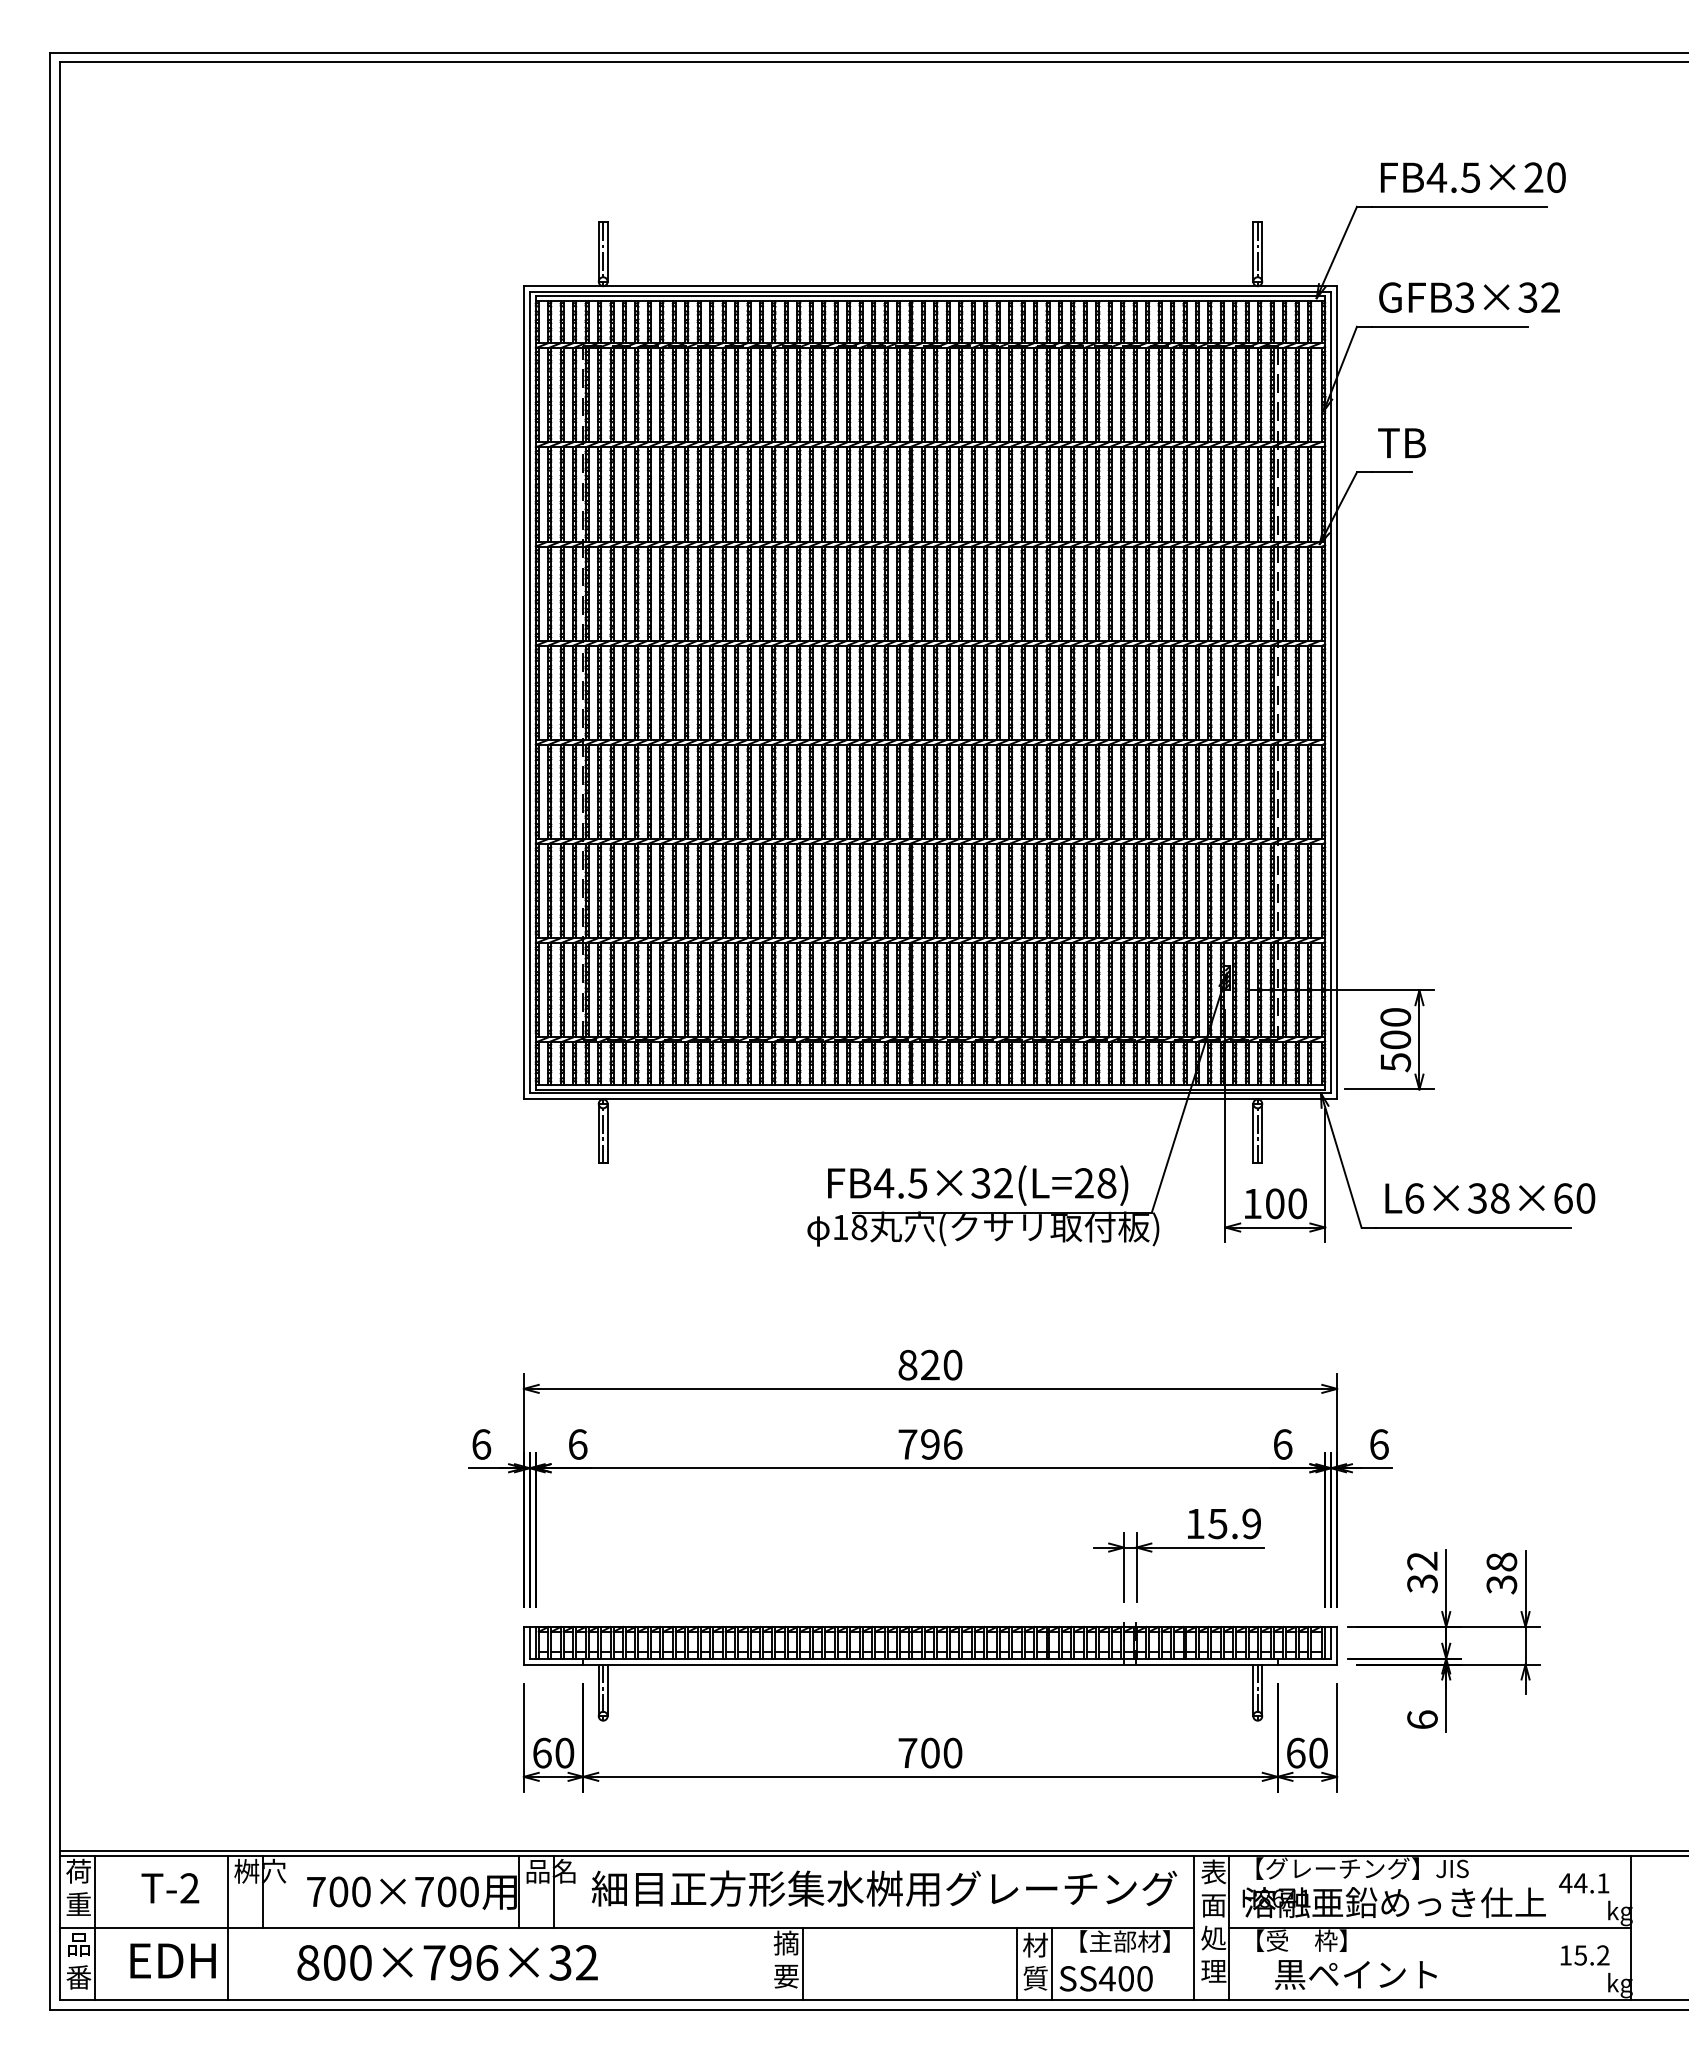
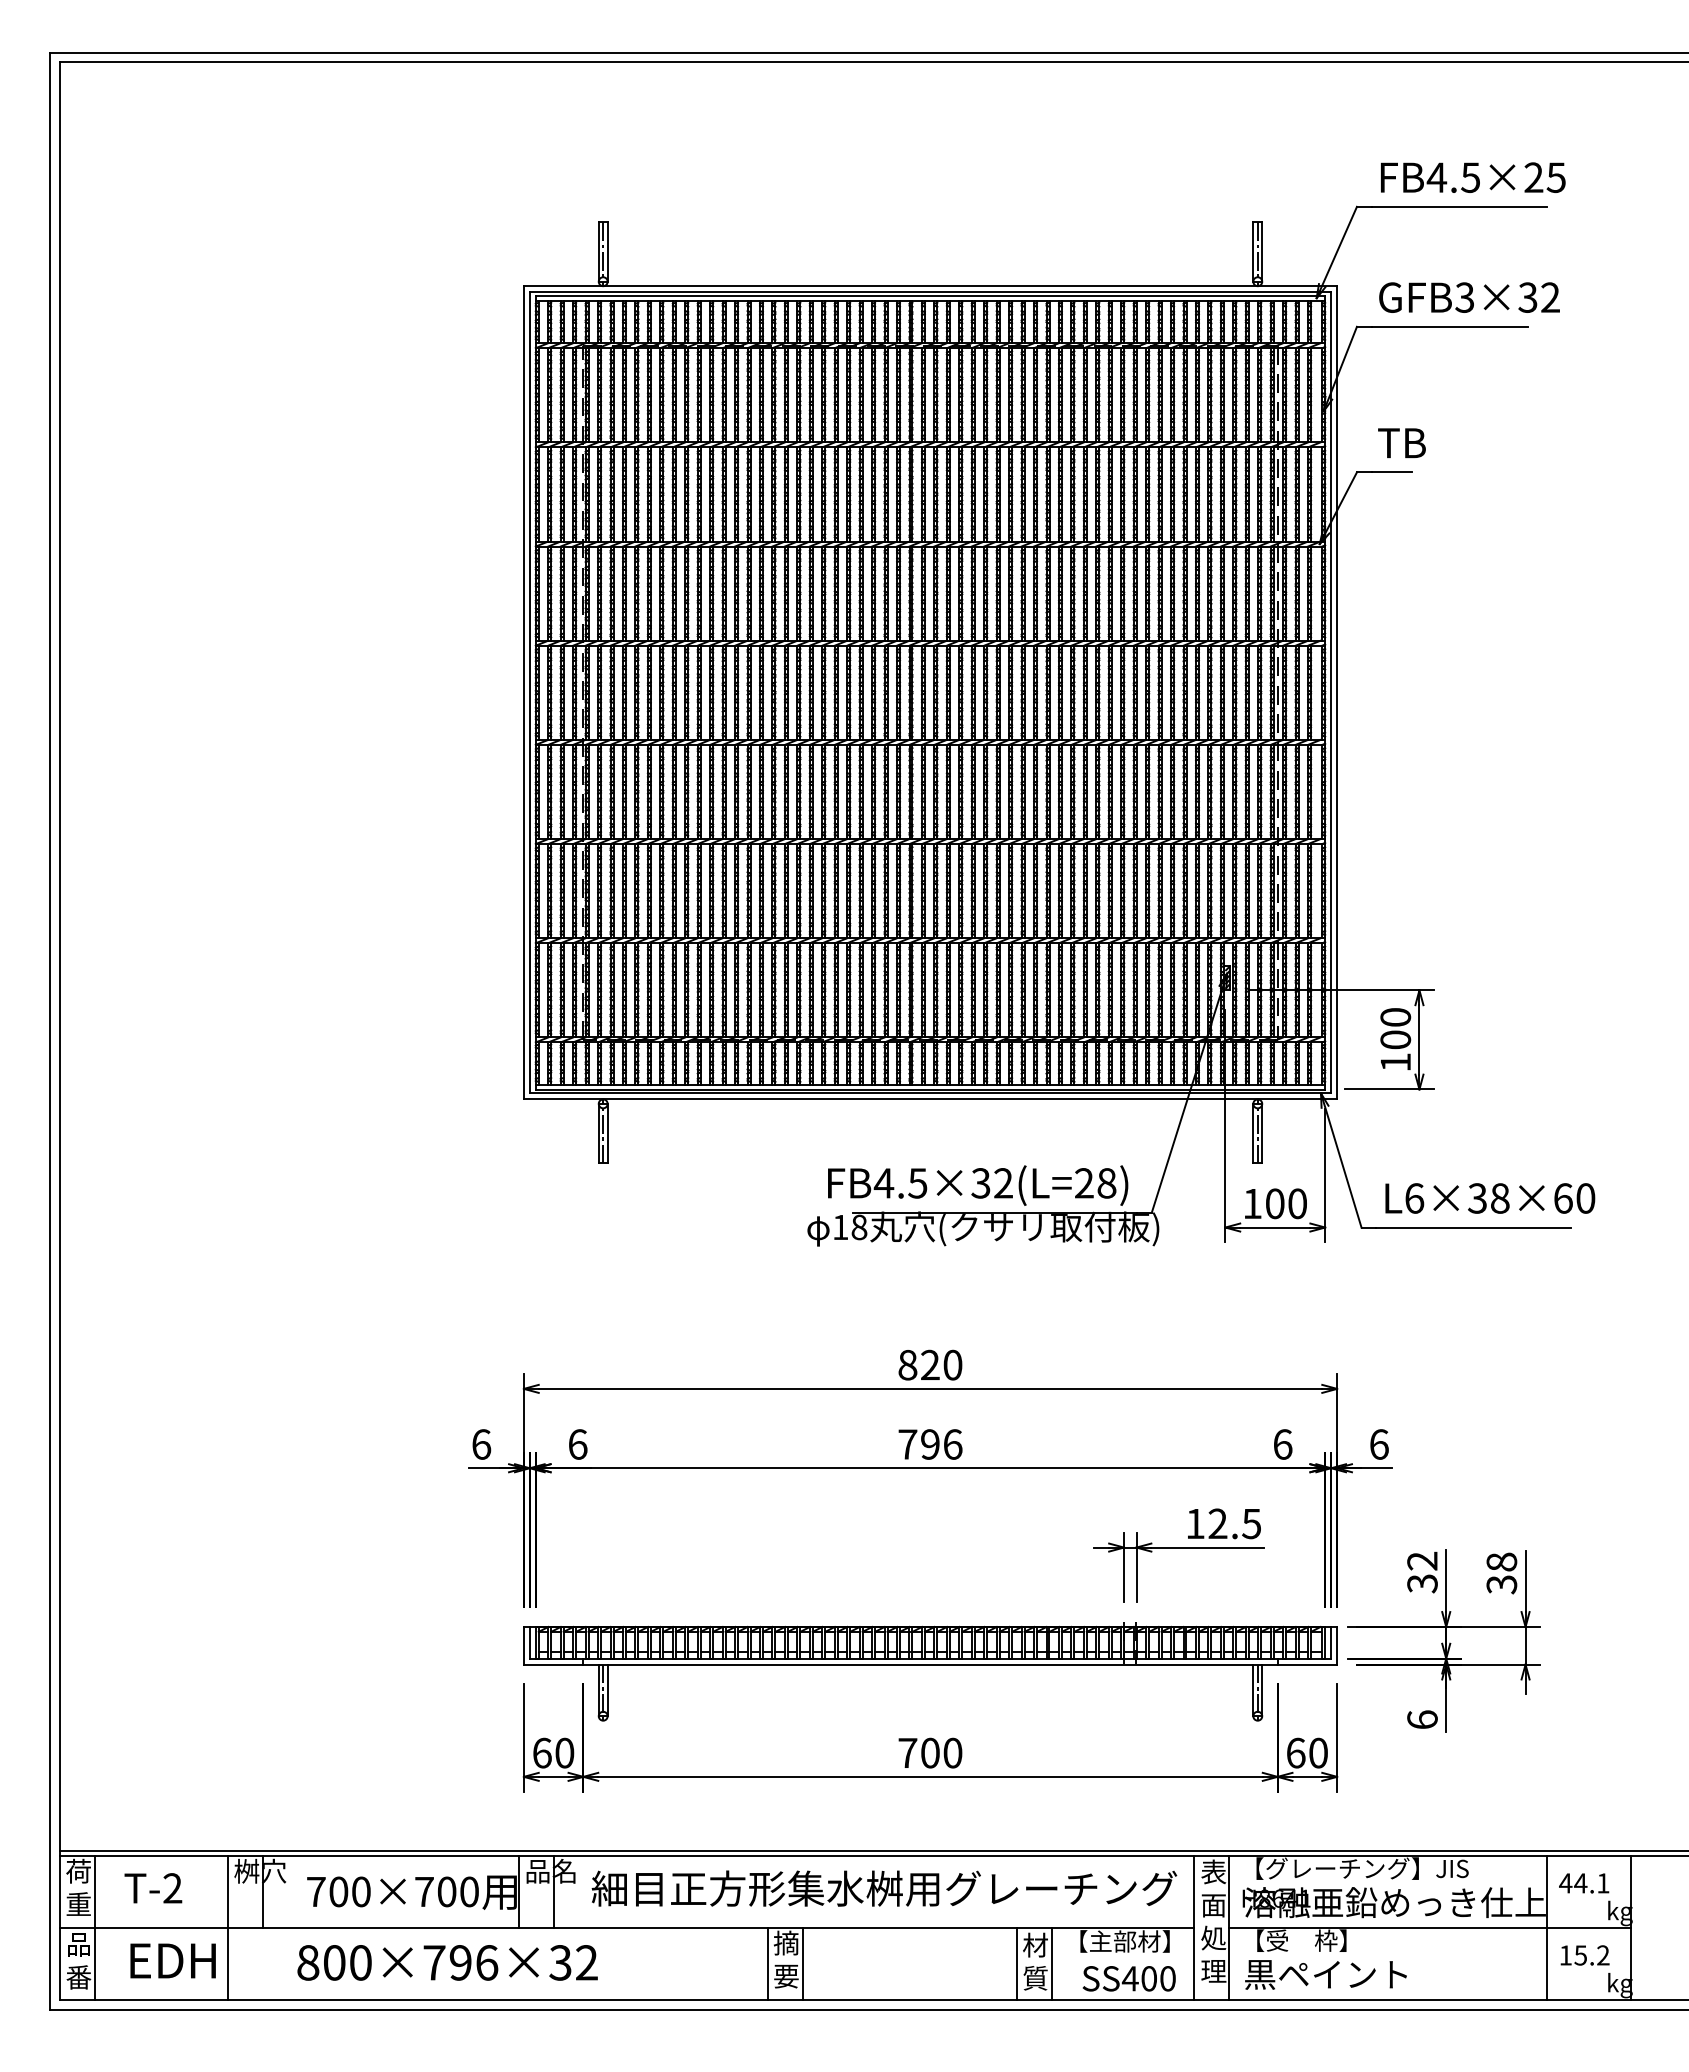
text at (1555, 177): FB4.5×20 -> FB4.5×25
text at (1395, 1062): 500 -> 100
text at (1234, 1523): 15.9 -> 12.5
text at (170, 1888) position: (170, 1888) -> (153, 1888)
line at (1546, 1927): none -> present
line at (768, 1963): none -> present
text at (1355, 1974) position: (1355, 1974) -> (1325, 1974)
text at (1105, 1978) position: (1105, 1978) -> (1128, 1978)
